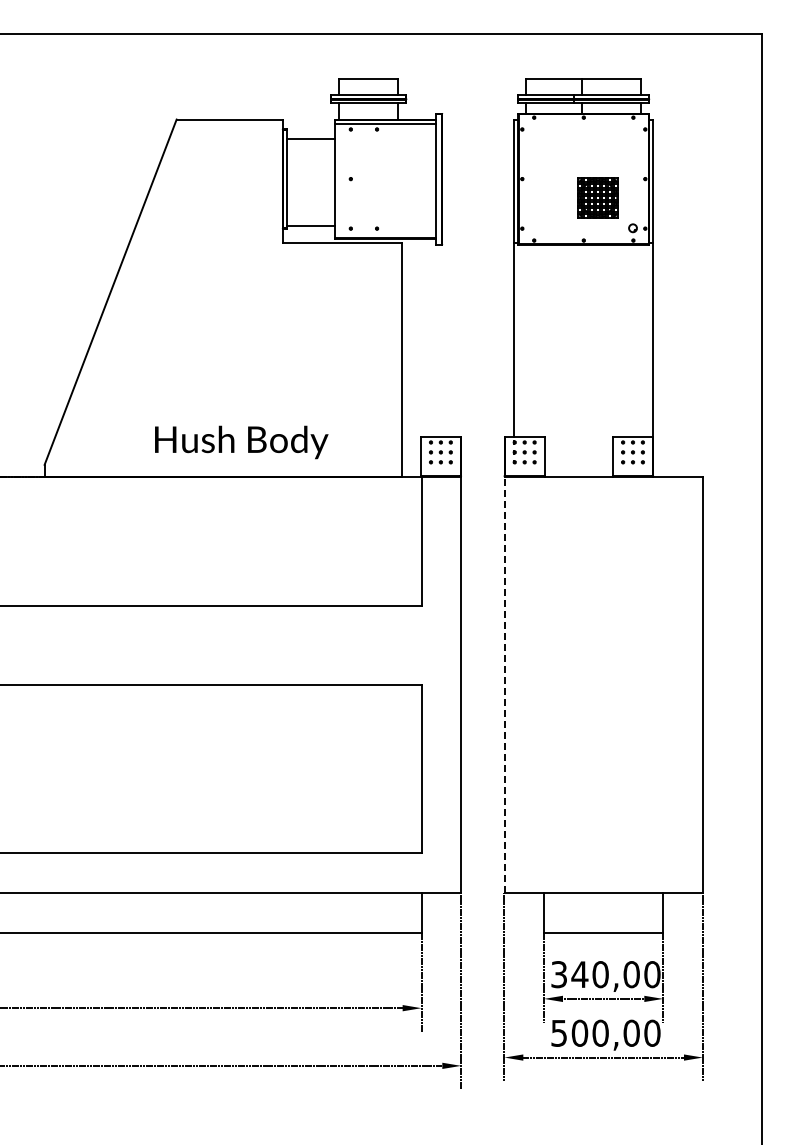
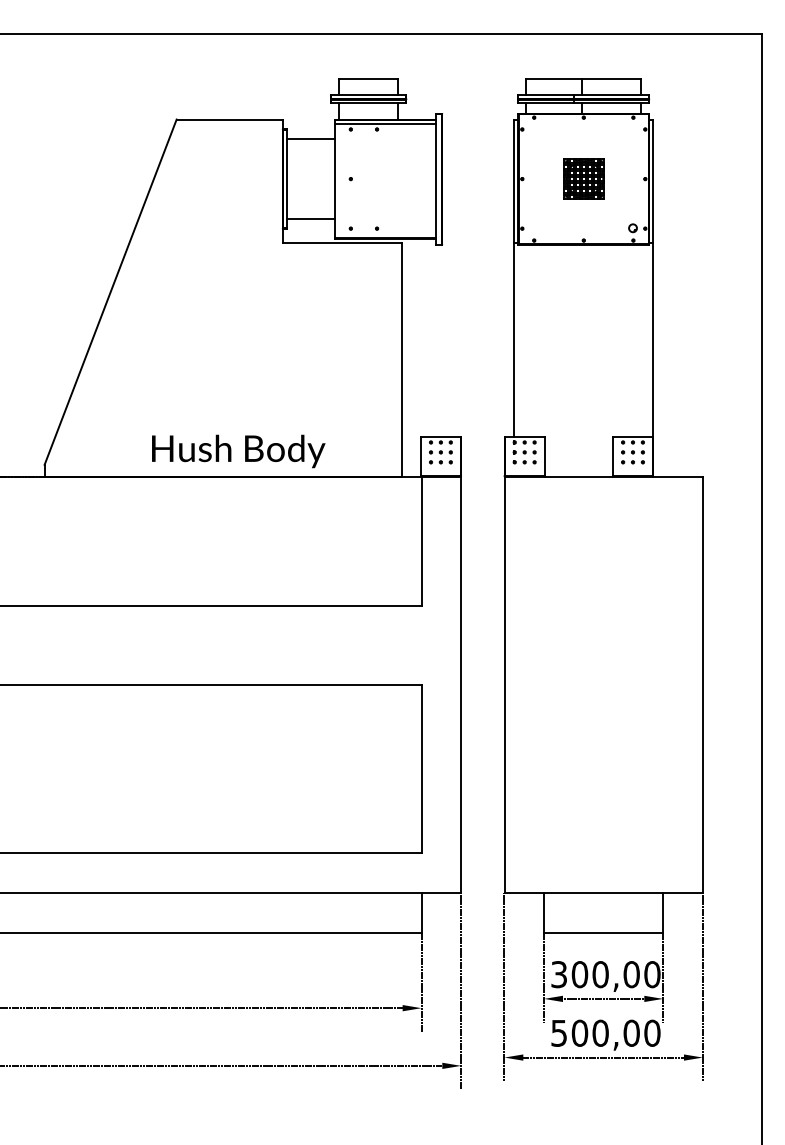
part at (597, 197) position: (597, 197) -> (583, 178)
line at (310, 225) position: (310, 225) -> (310, 218)
text at (241, 442) position: (241, 442) -> (238, 451)
line at (504, 684): dashed -> solid
text at (579, 974): 340,00 -> 300,00
